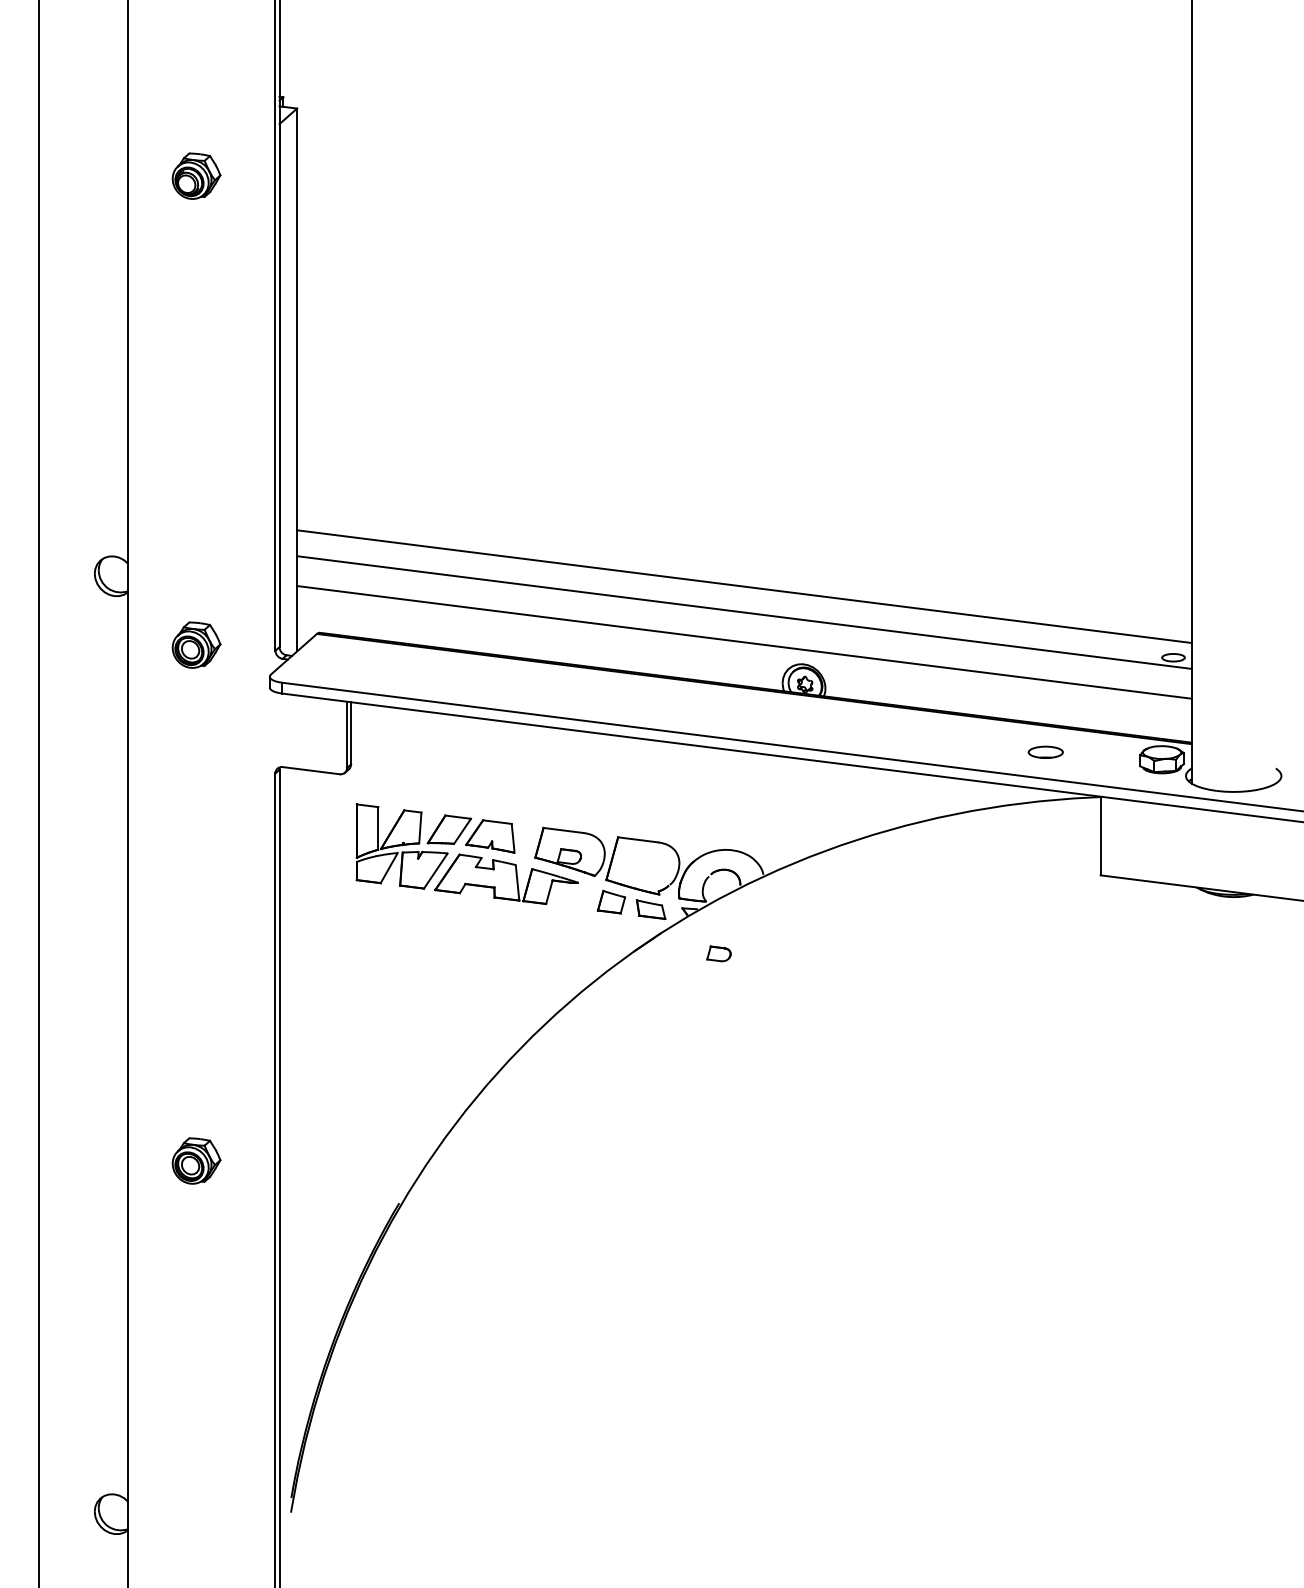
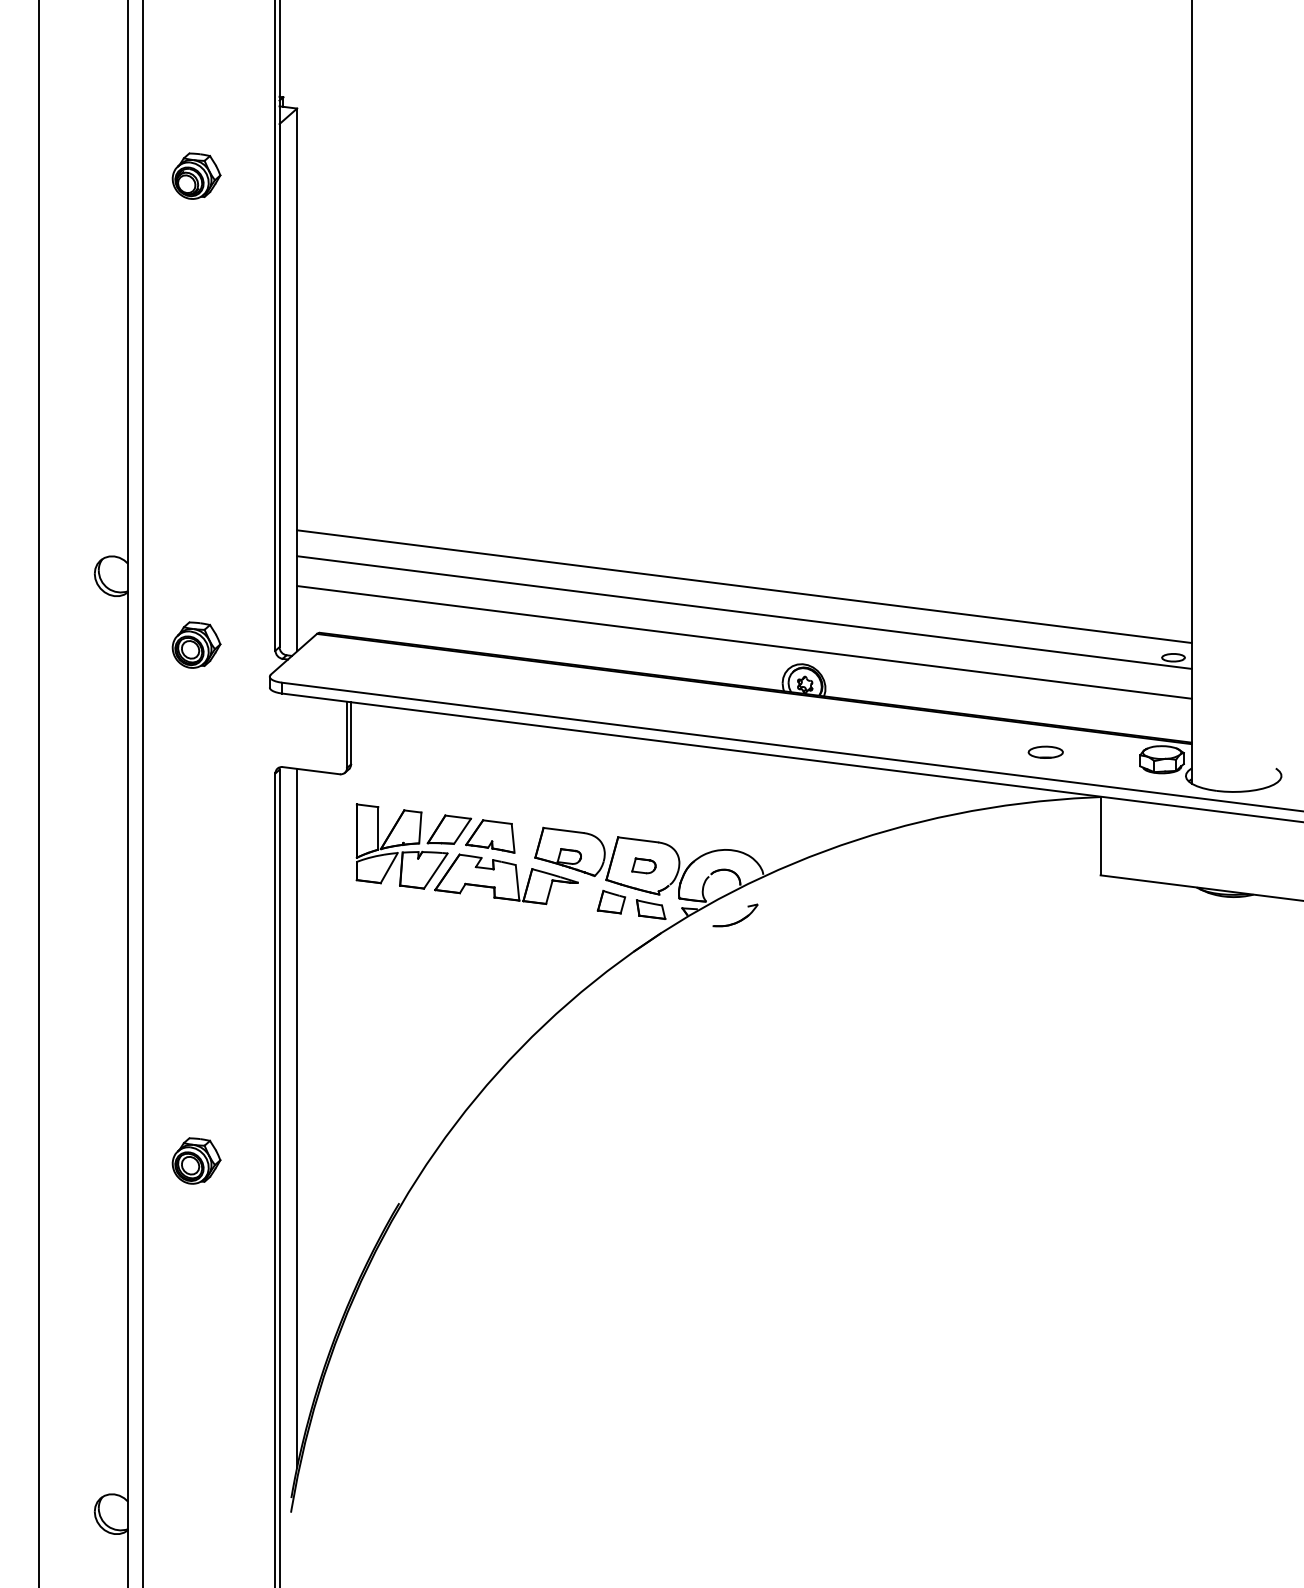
line at (143, 793): none -> present
part at (735, 915): none -> present
part at (718, 953) position: (718, 953) -> (643, 865)
line at (297, 1118): none -> present
